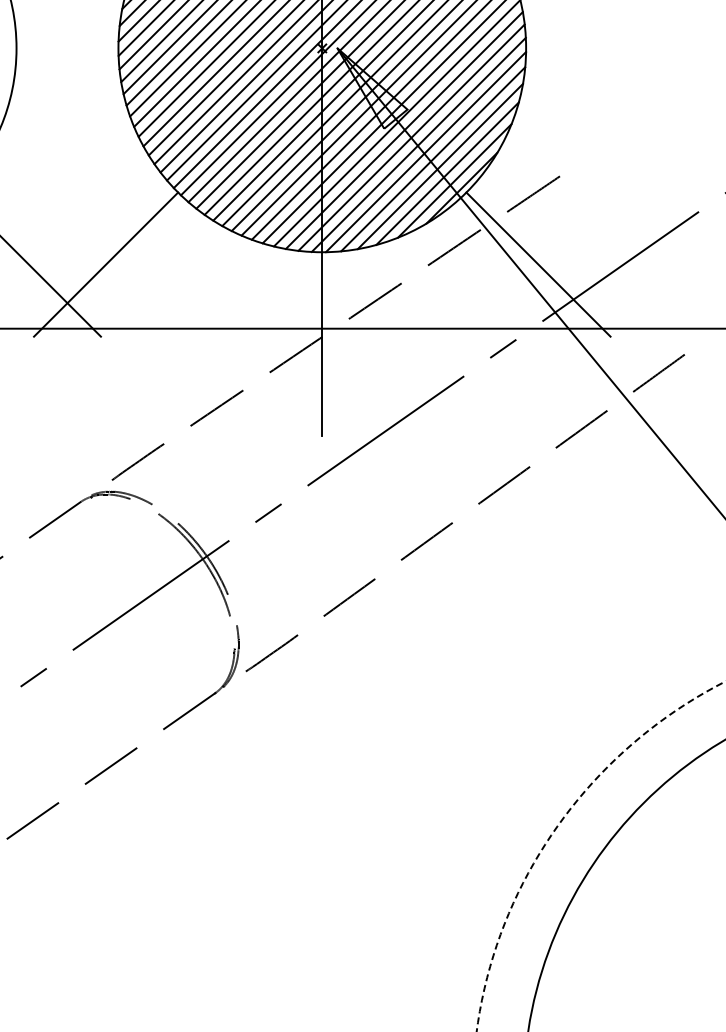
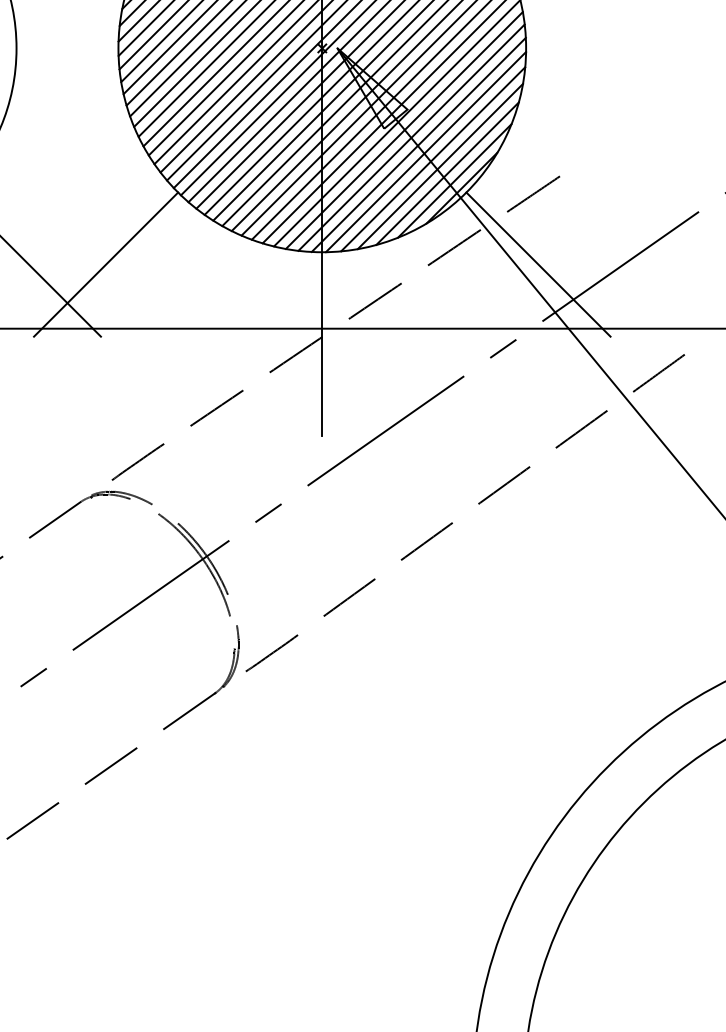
circle at (600, 856): dashed -> solid
